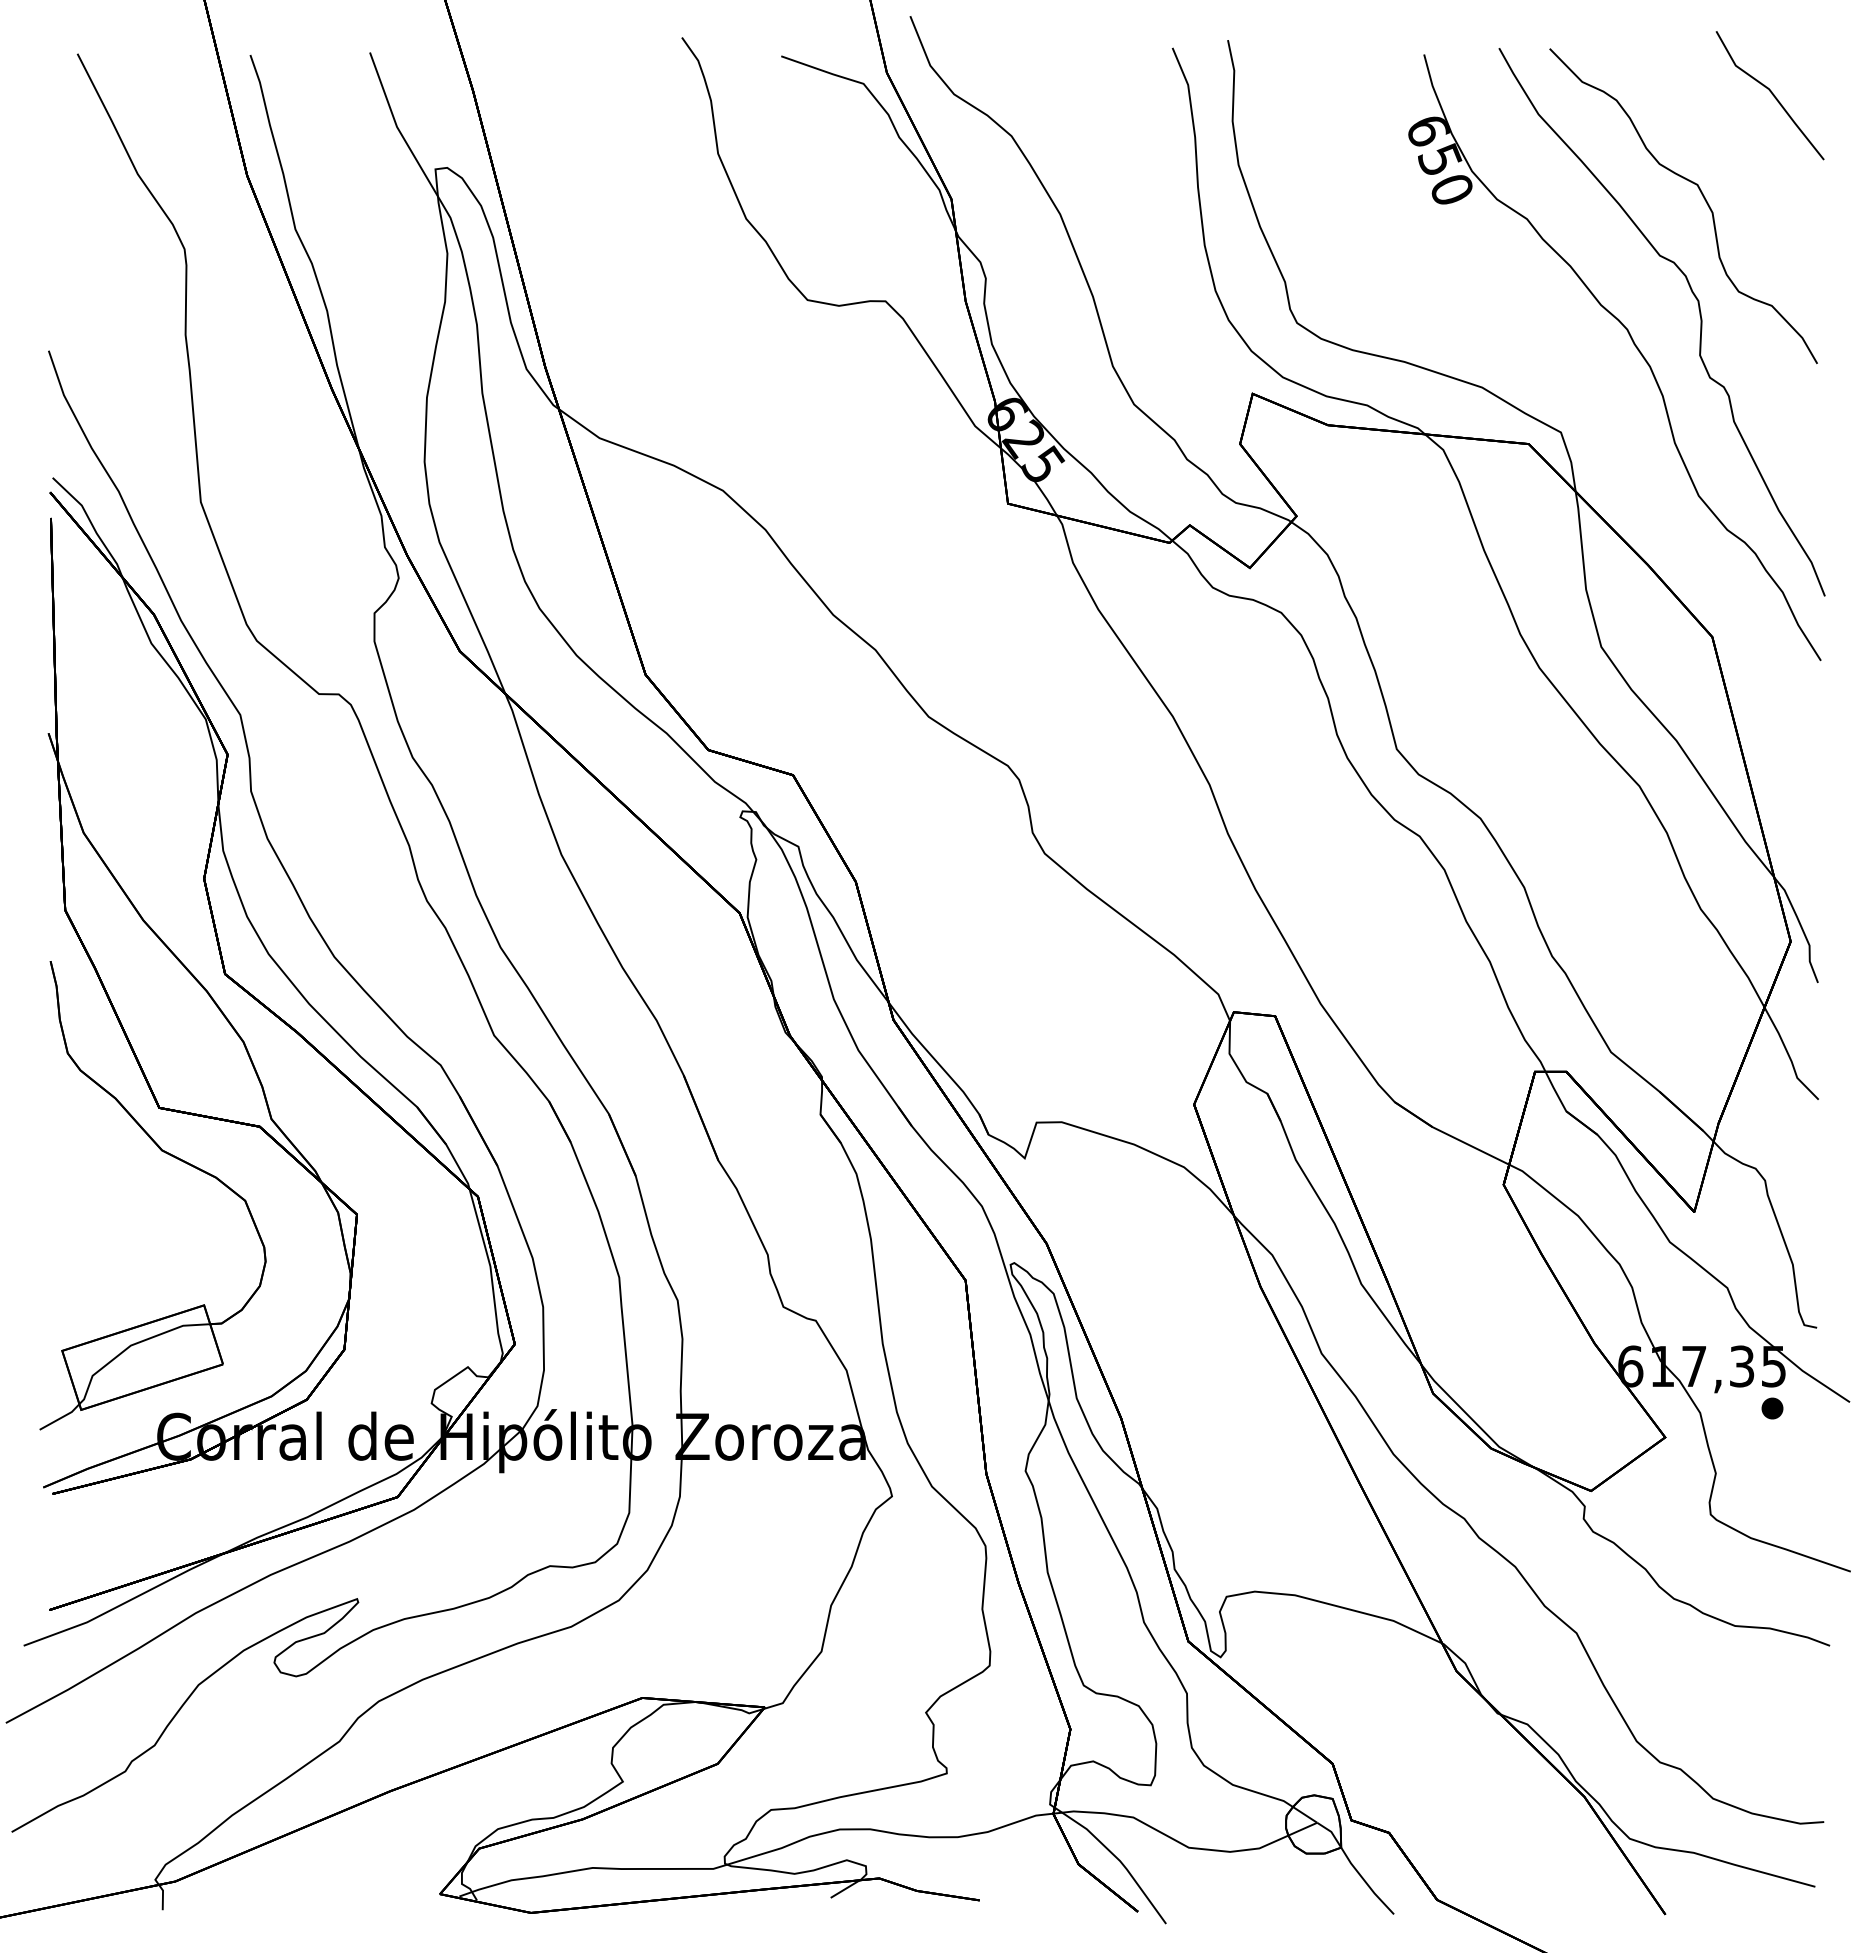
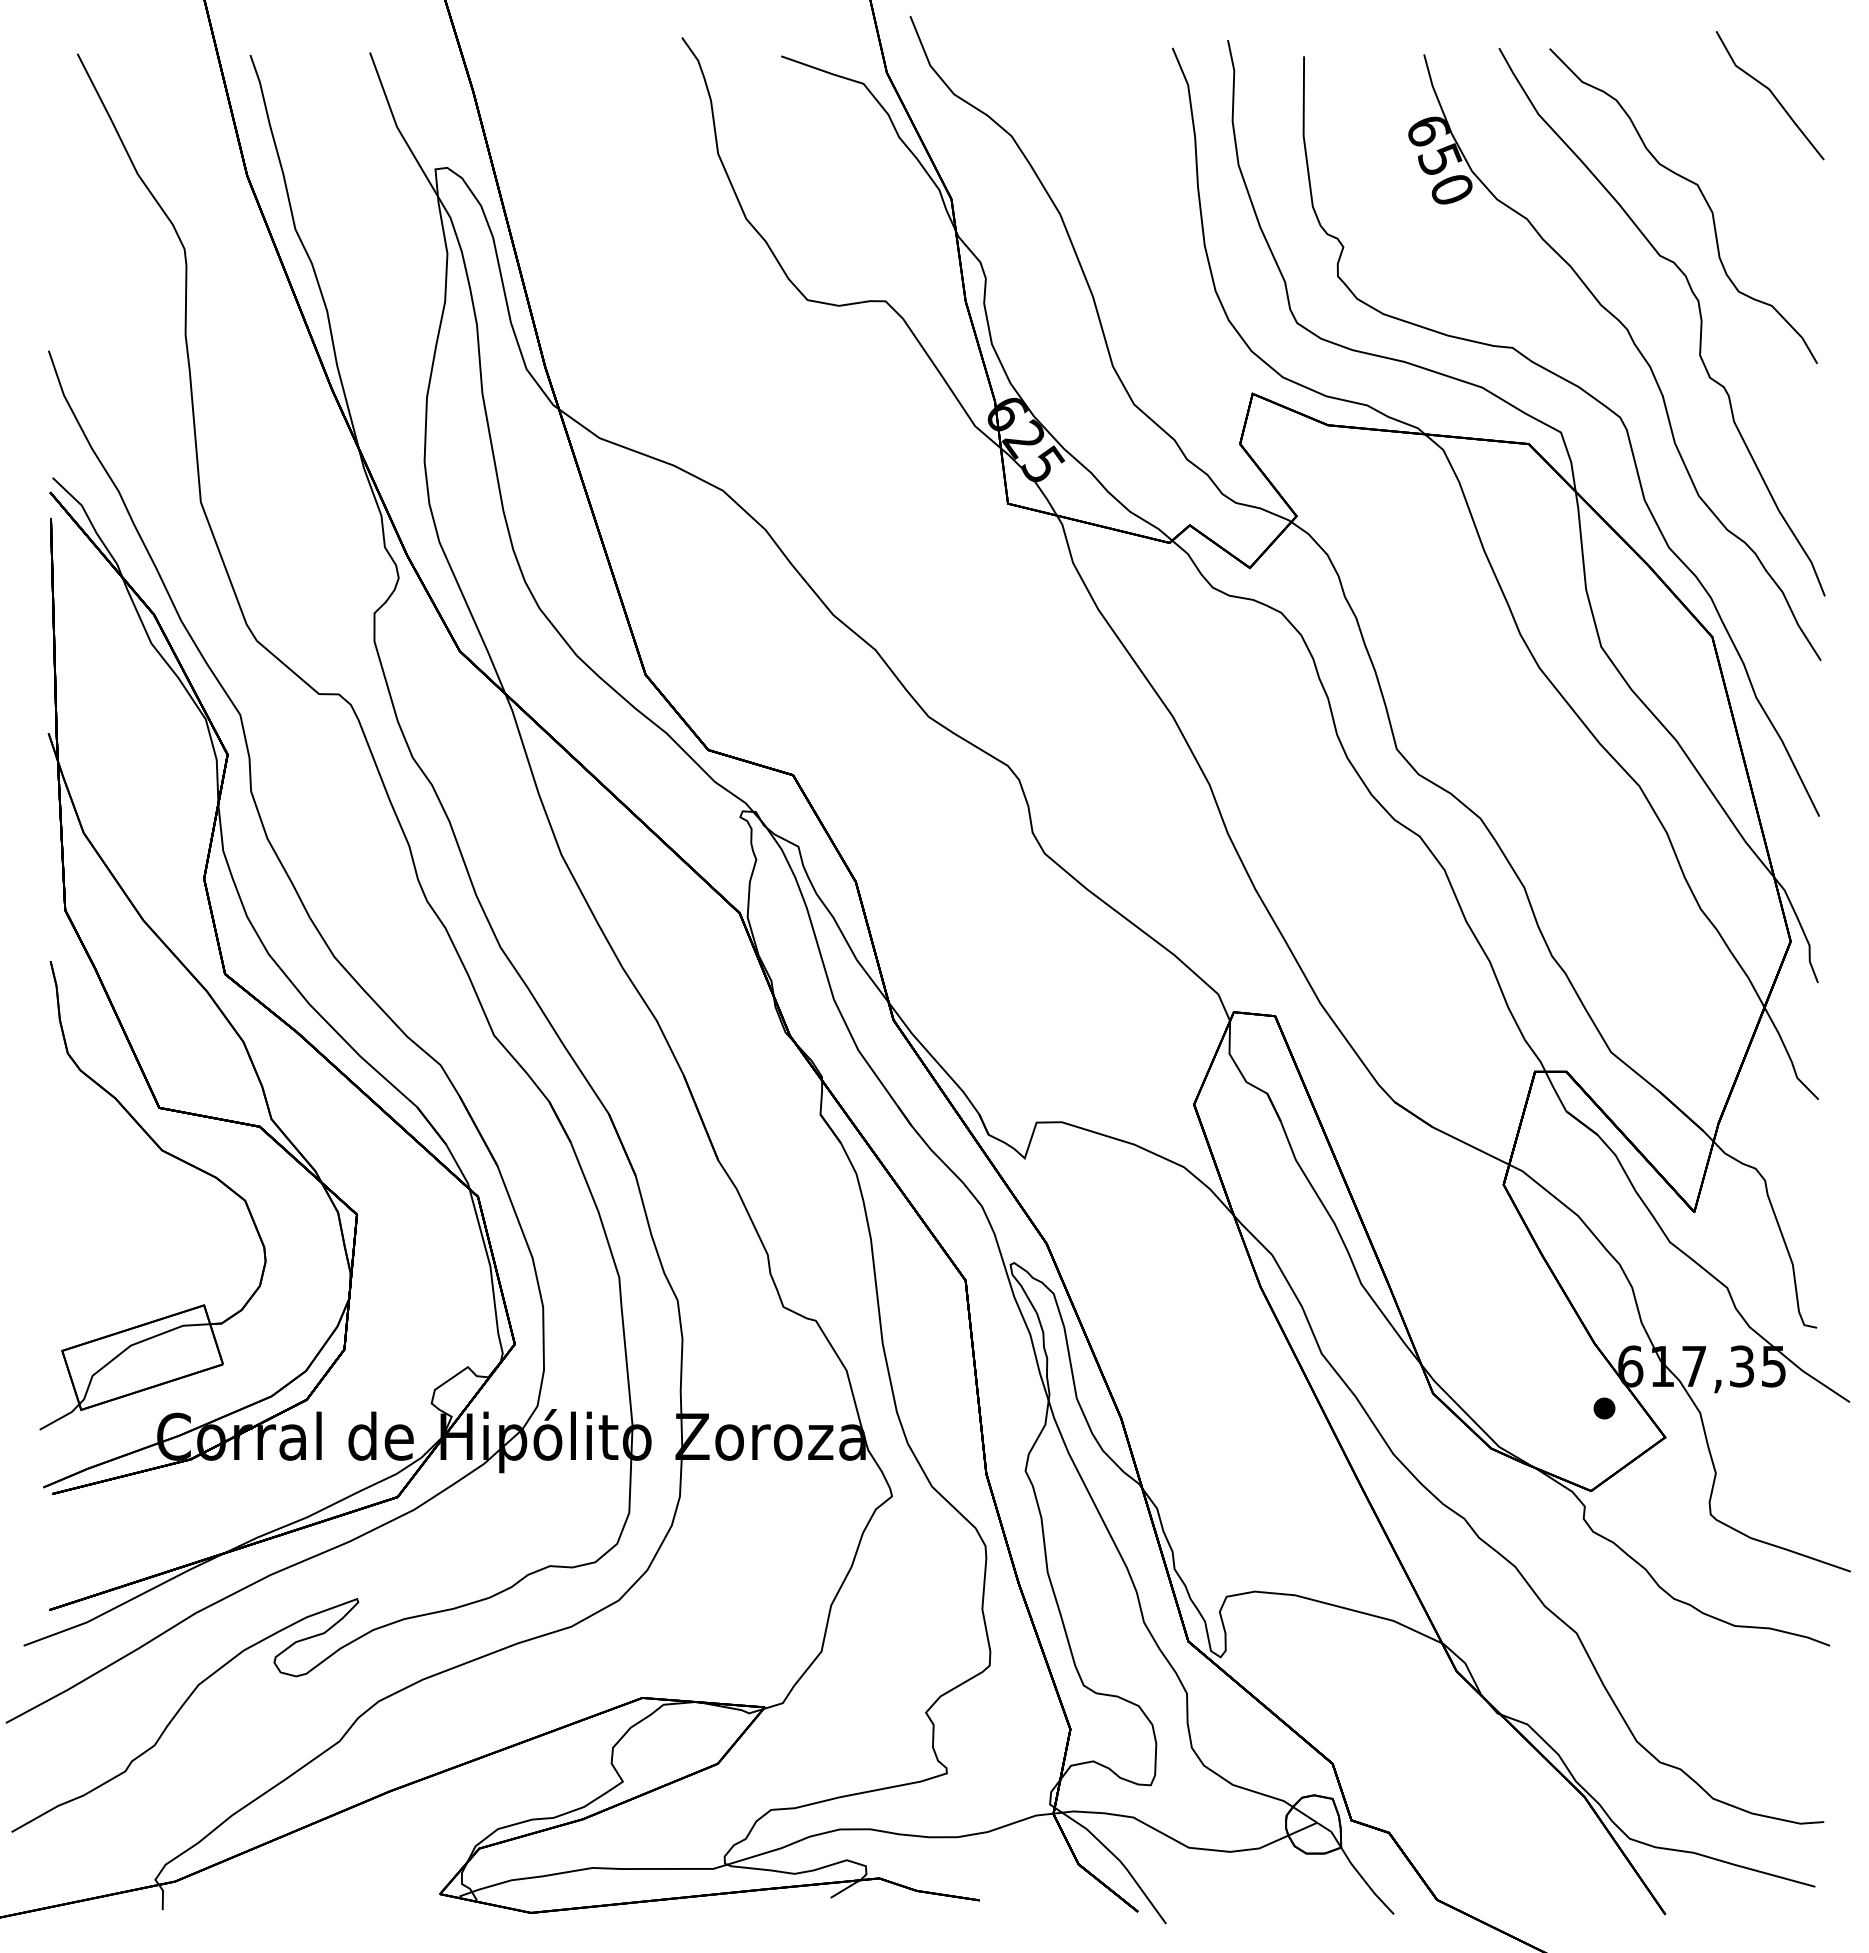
part at (1588, 395): none -> present
part at (1772, 1408) position: (1772, 1408) -> (1604, 1408)
